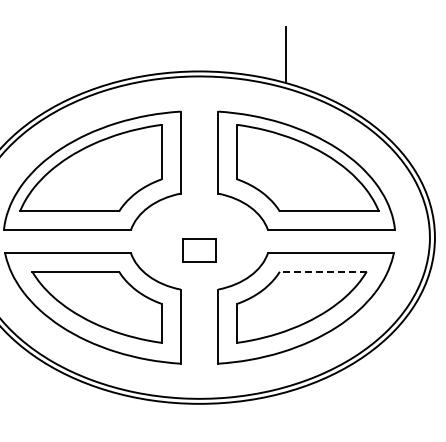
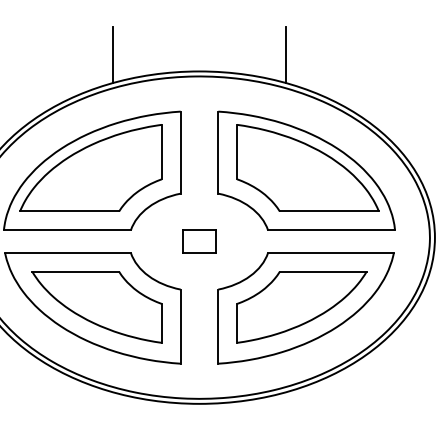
line at (112, 55): none -> present
part at (199, 250) position: (199, 250) -> (199, 241)
line at (322, 271): dashed -> solid
